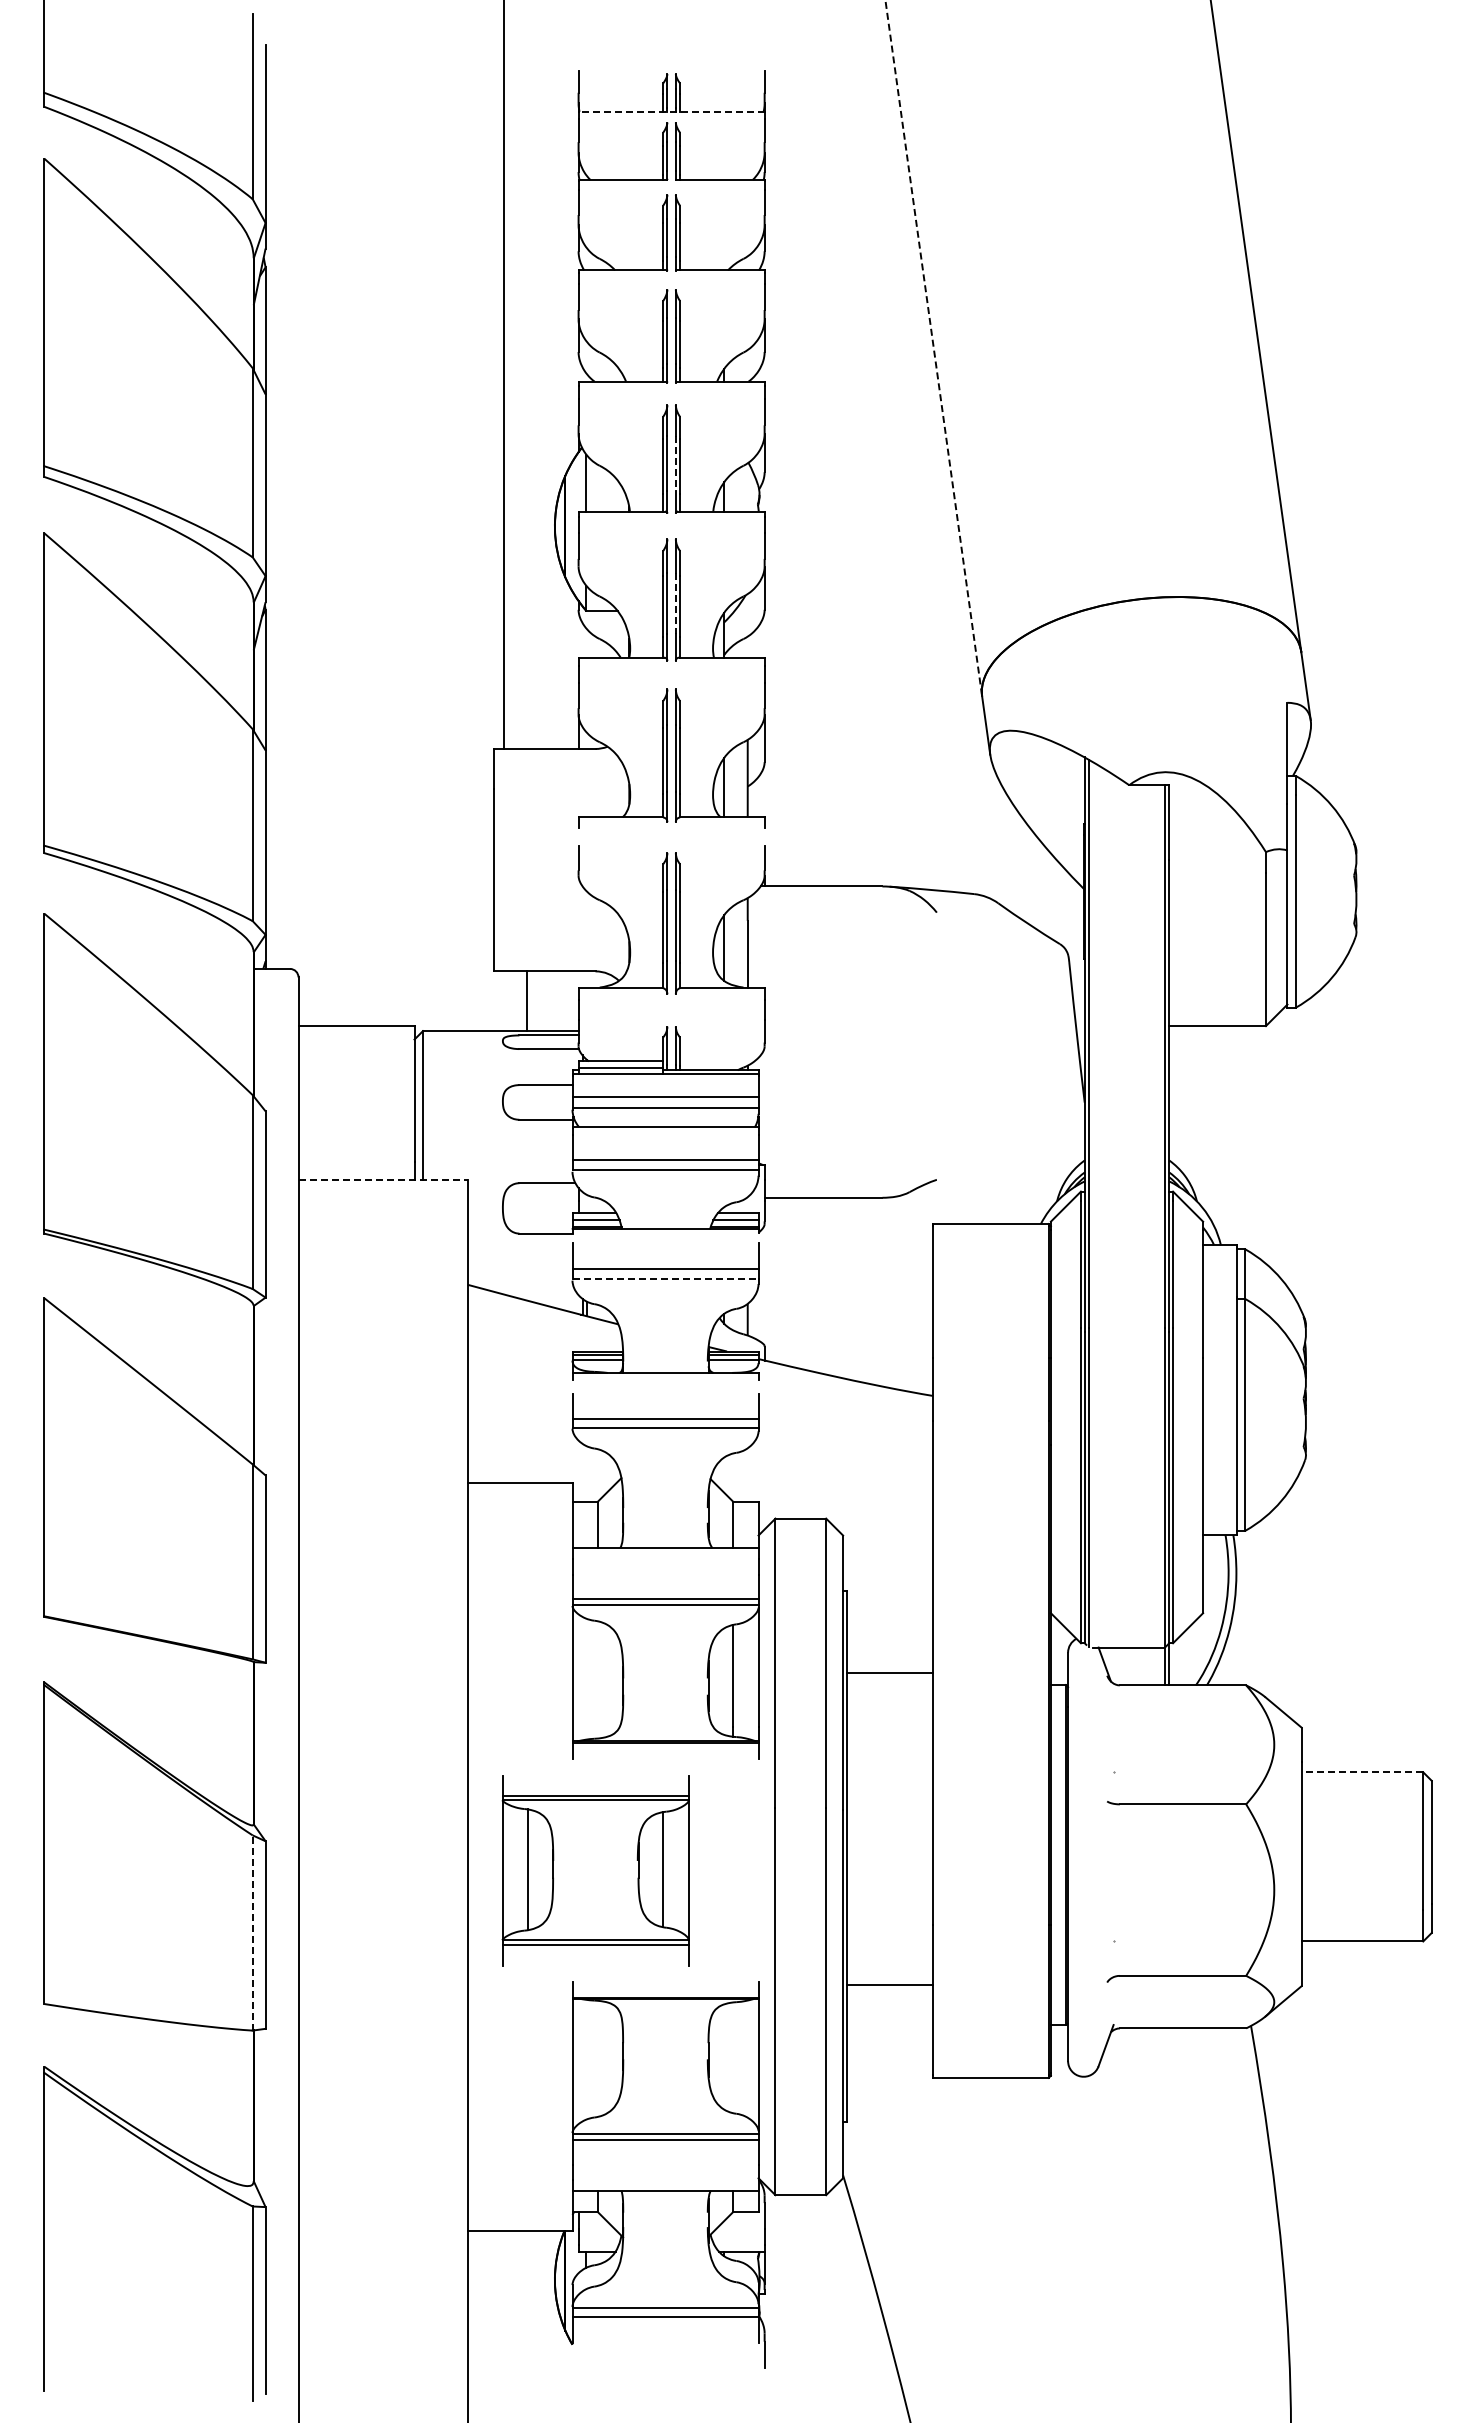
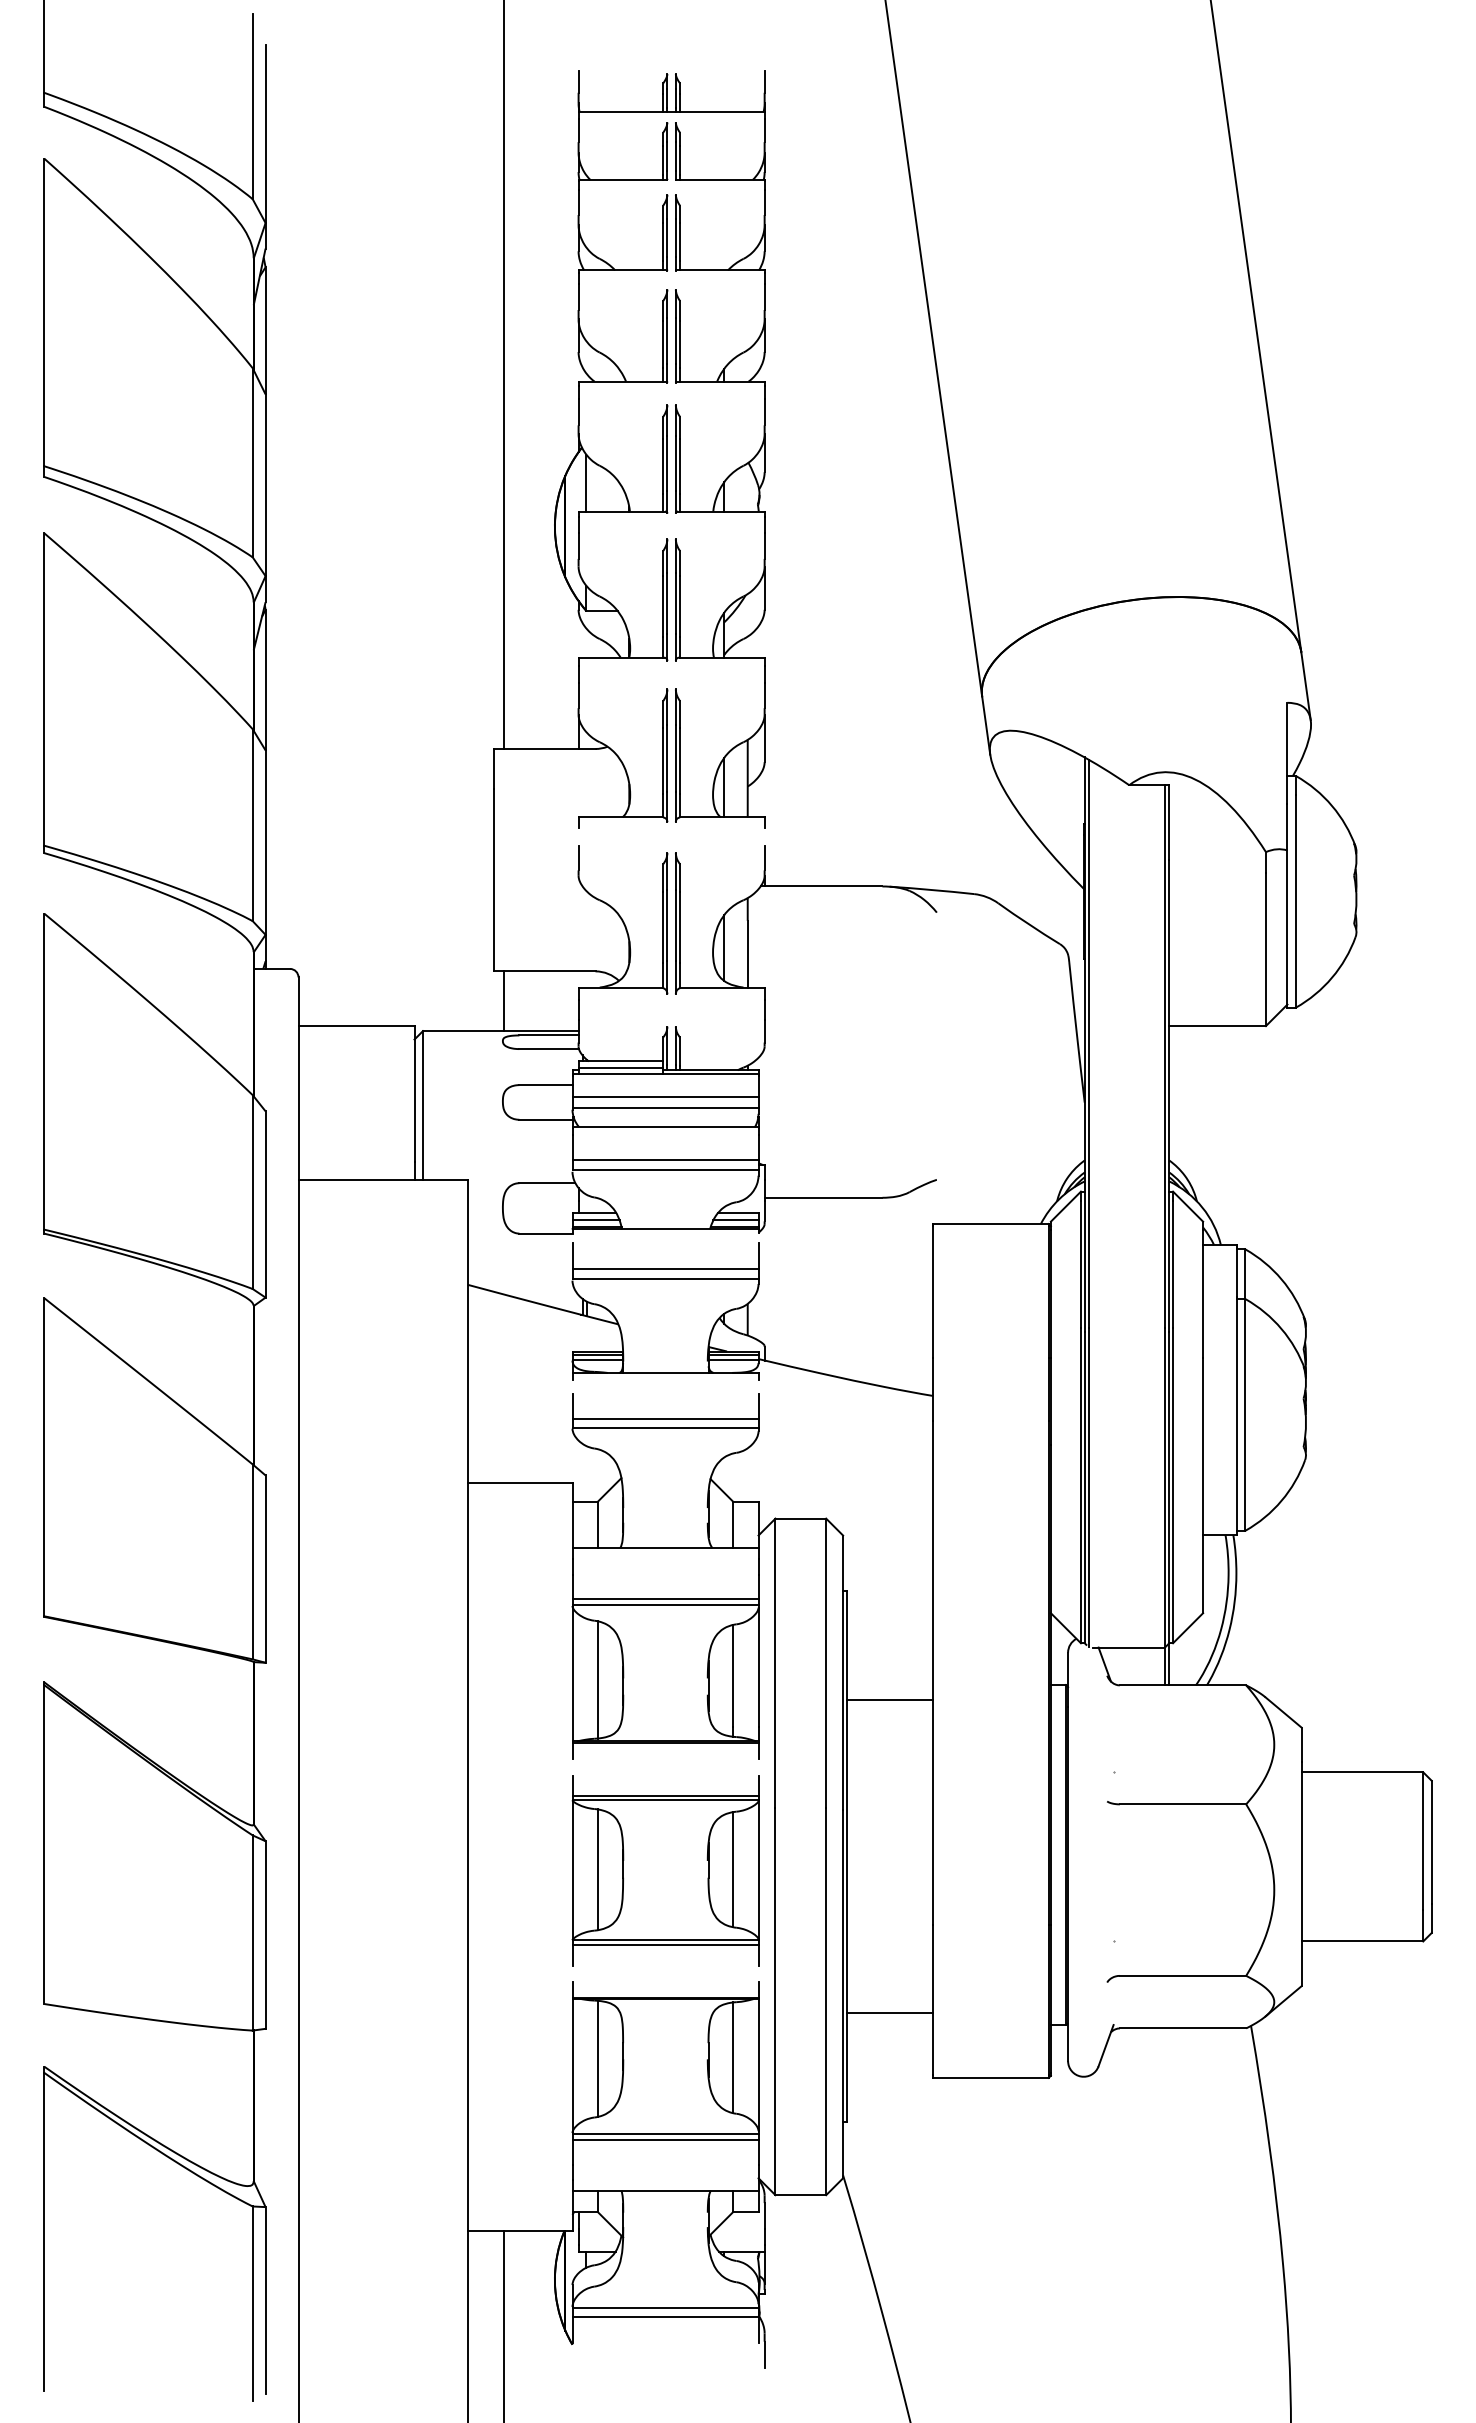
line at (671, 111): dashed -> solid
line at (933, 348): dashed -> solid
line at (675, 464): dashed -> solid
line at (675, 603): dashed -> solid
line at (527, 1001) position: (527, 1001) -> (504, 1001)
line at (383, 1180): dashed -> solid
line at (666, 1279): dashed -> solid
line at (889, 1673) position: (889, 1673) -> (889, 1700)
line at (597, 1679): none -> present
line at (1362, 1772): dashed -> solid
part at (595, 1870) position: (595, 1870) -> (665, 1870)
line at (252, 1932): dashed -> solid
line at (889, 1985) position: (889, 1985) -> (889, 2013)
line at (733, 2057): none -> present
line at (597, 2058): none -> present
line at (504, 2324): none -> present
